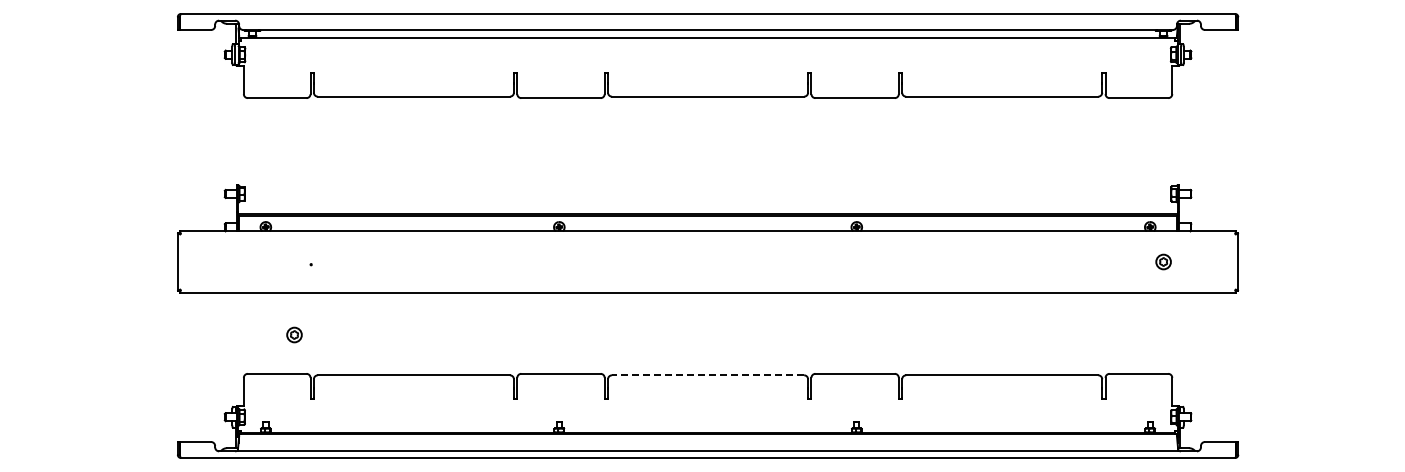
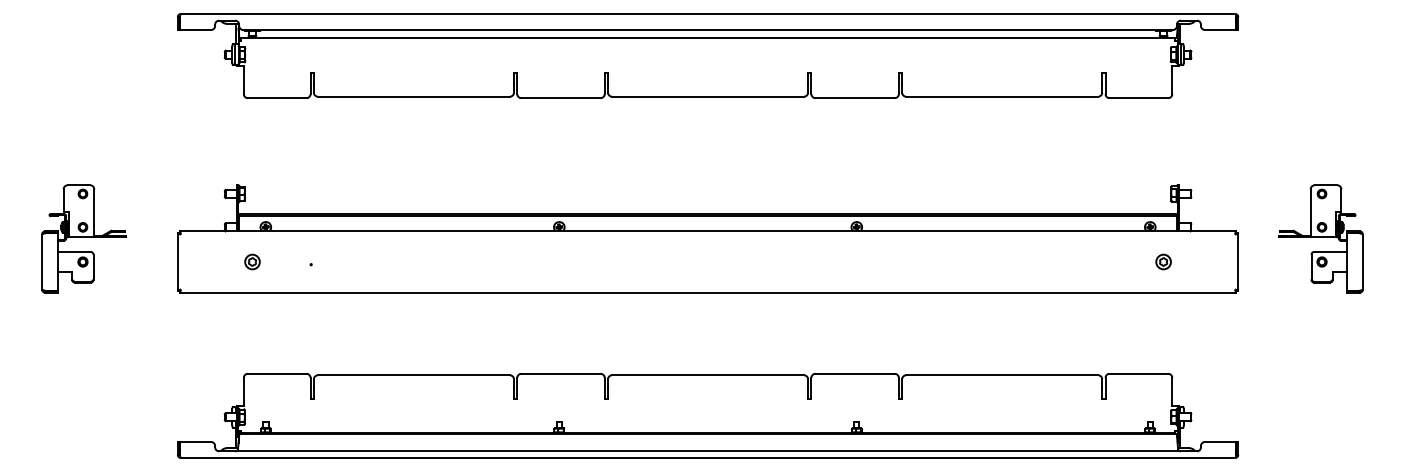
part at (83, 238): none -> present
part at (1320, 238): none -> present
part at (294, 334) position: (294, 334) -> (252, 261)
line at (707, 375): dashed -> solid
